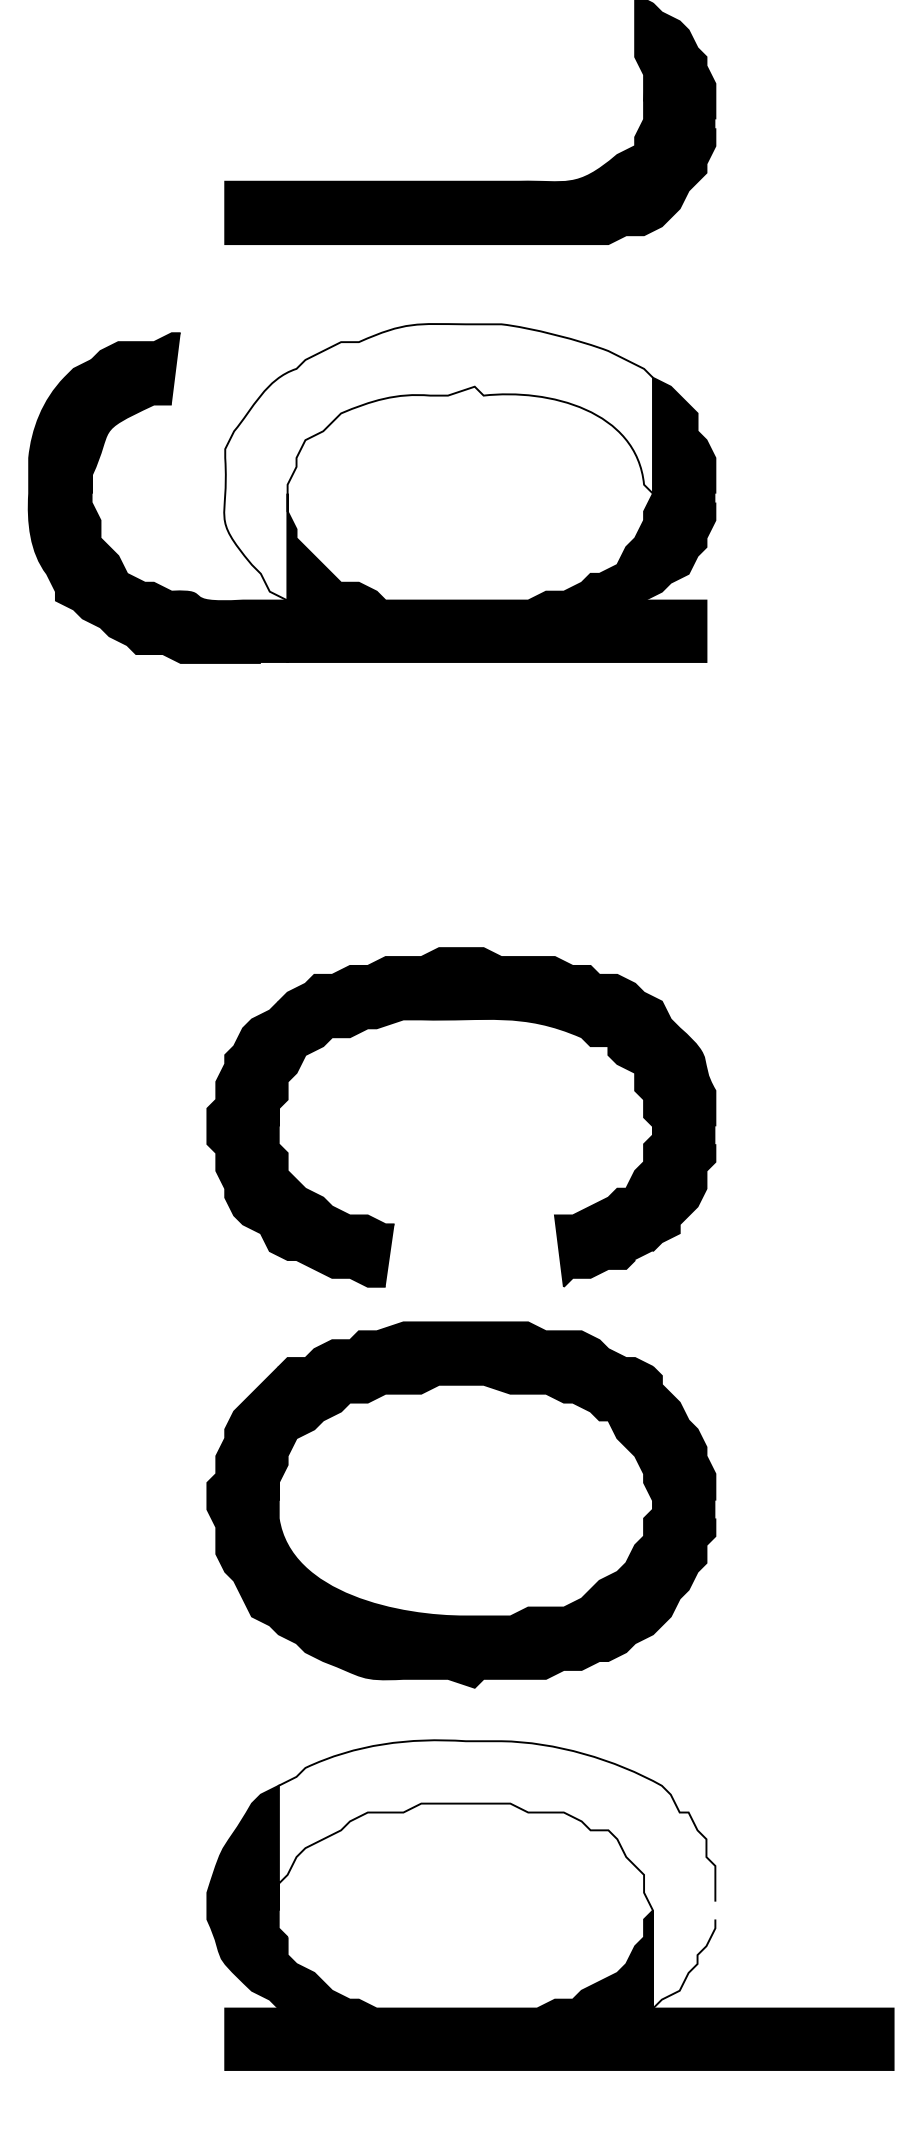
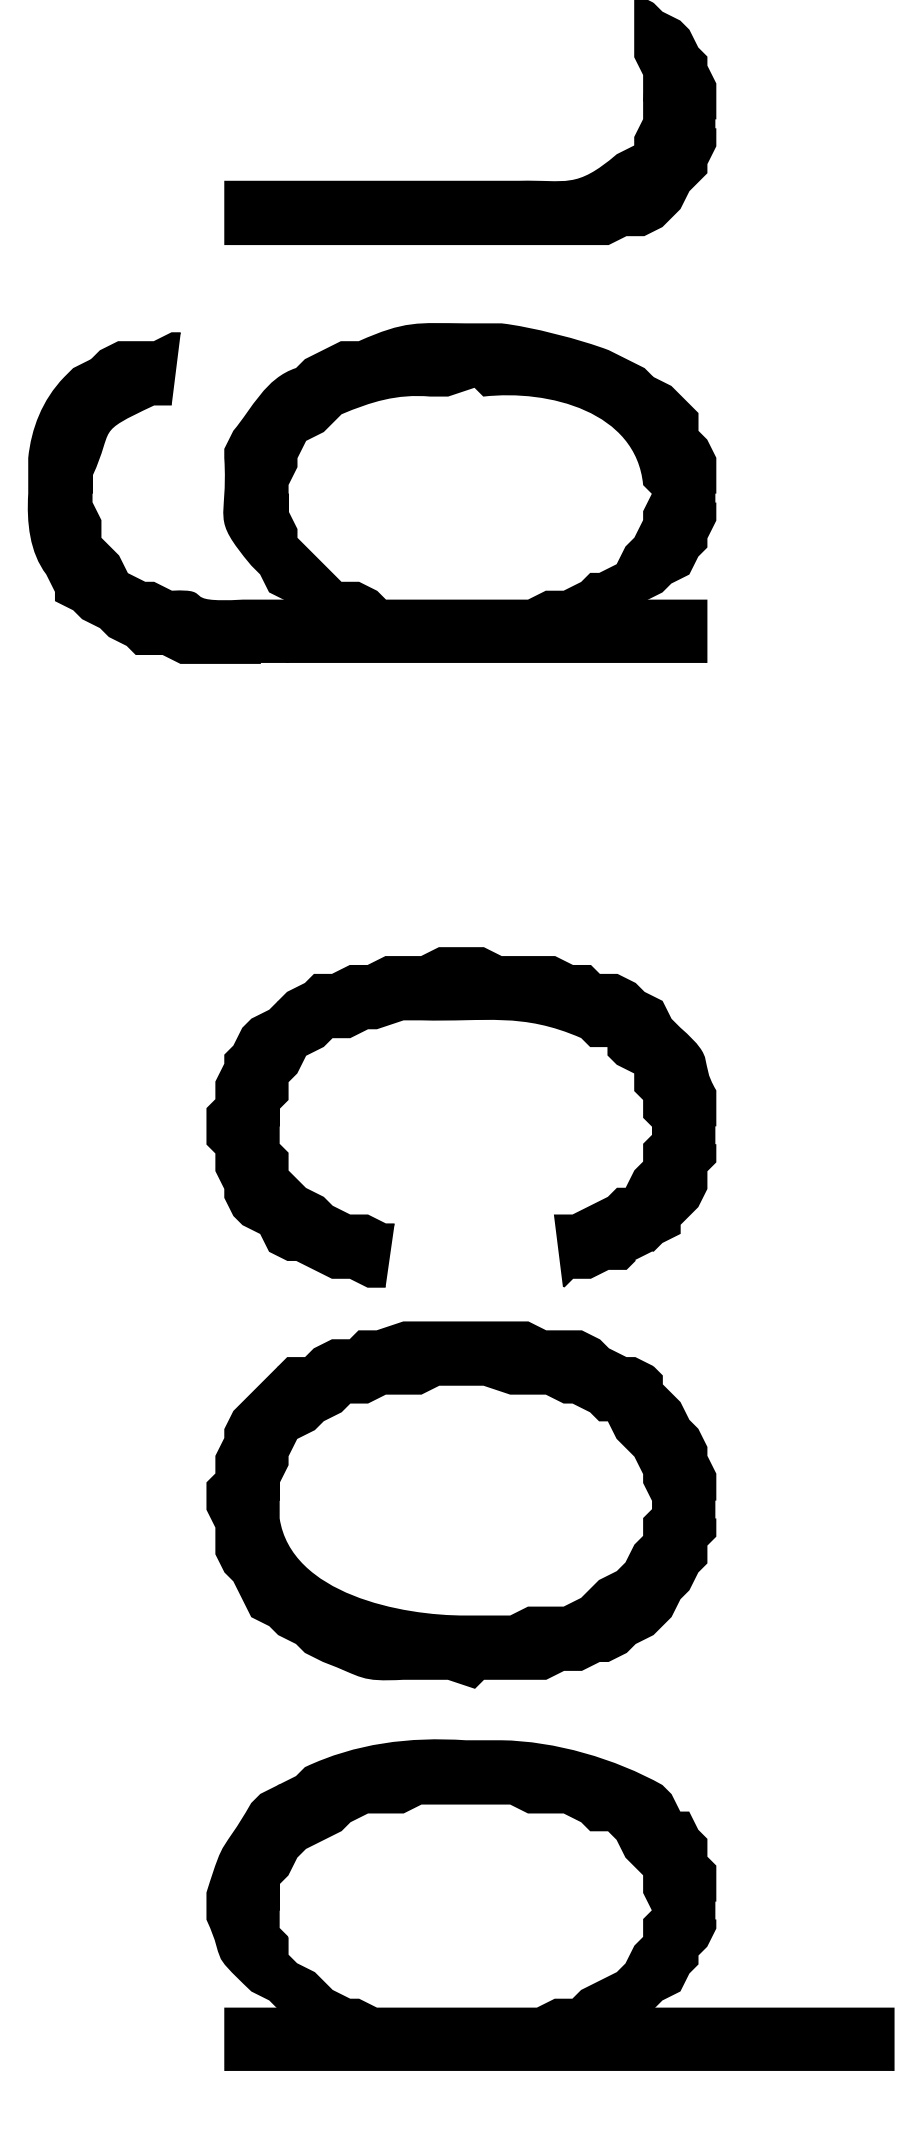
fill at (438, 493): none -> present
fill at (496, 1874): none -> present
